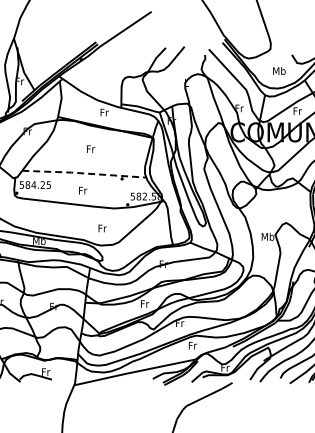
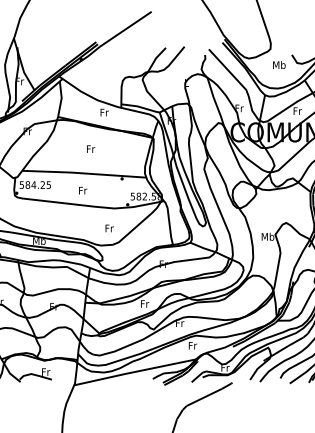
text at (279, 70) position: (279, 70) -> (279, 64)
line at (84, 173): dashed -> solid
text at (102, 228) position: (102, 228) -> (109, 228)
